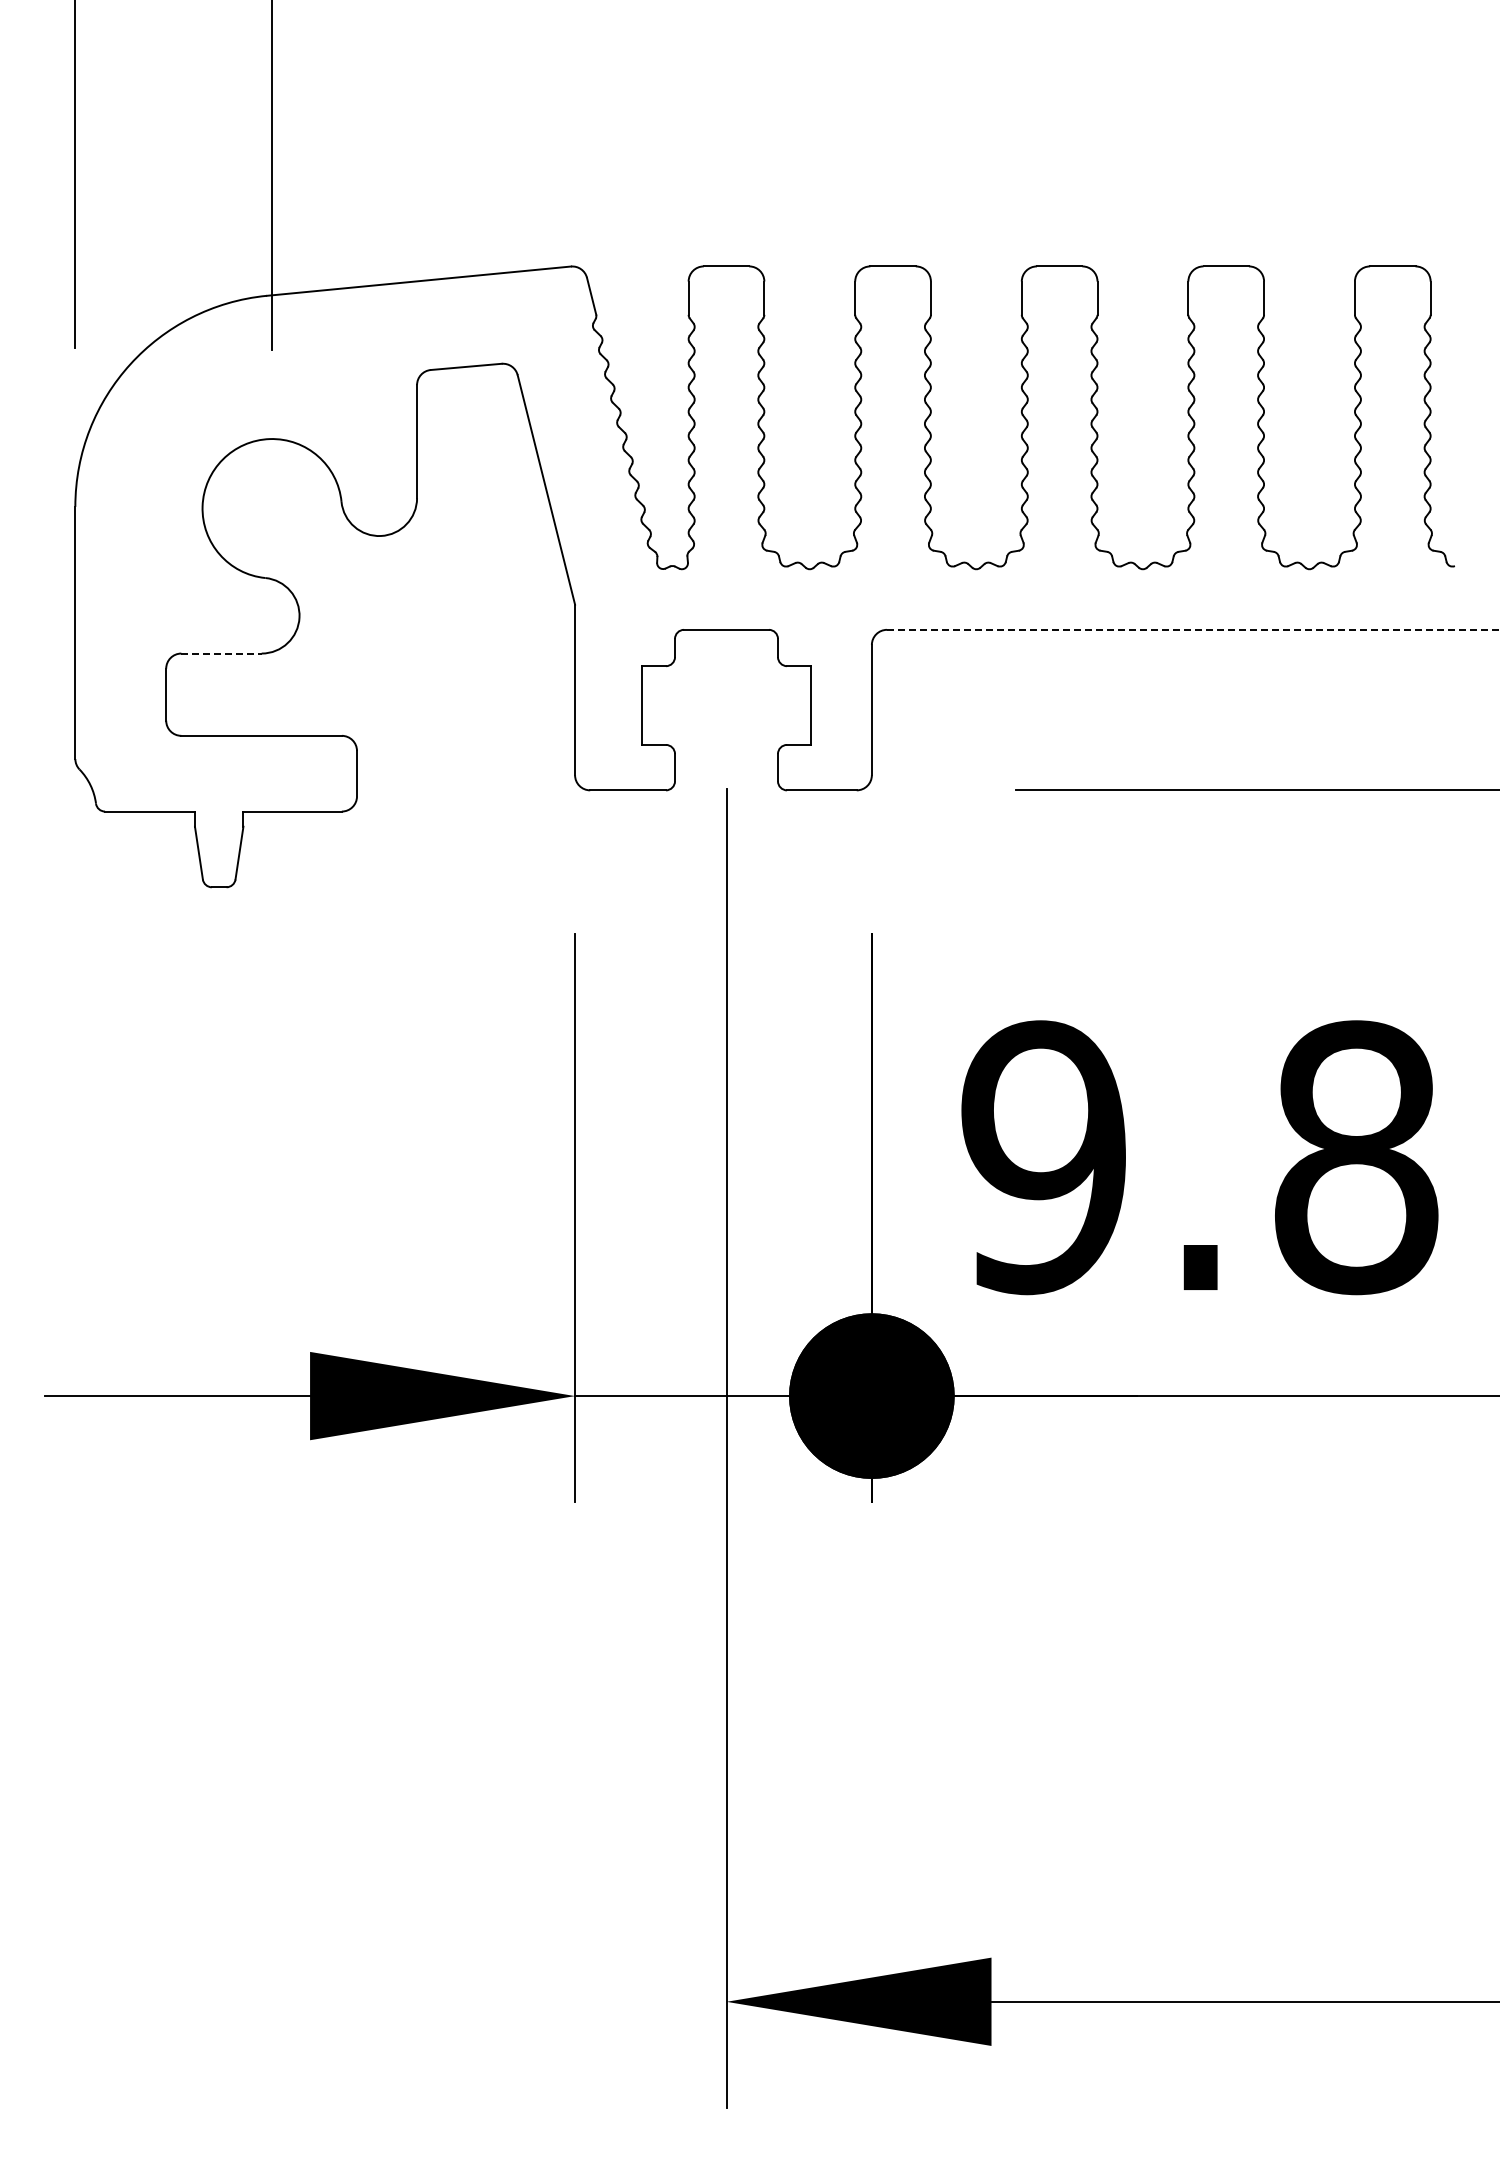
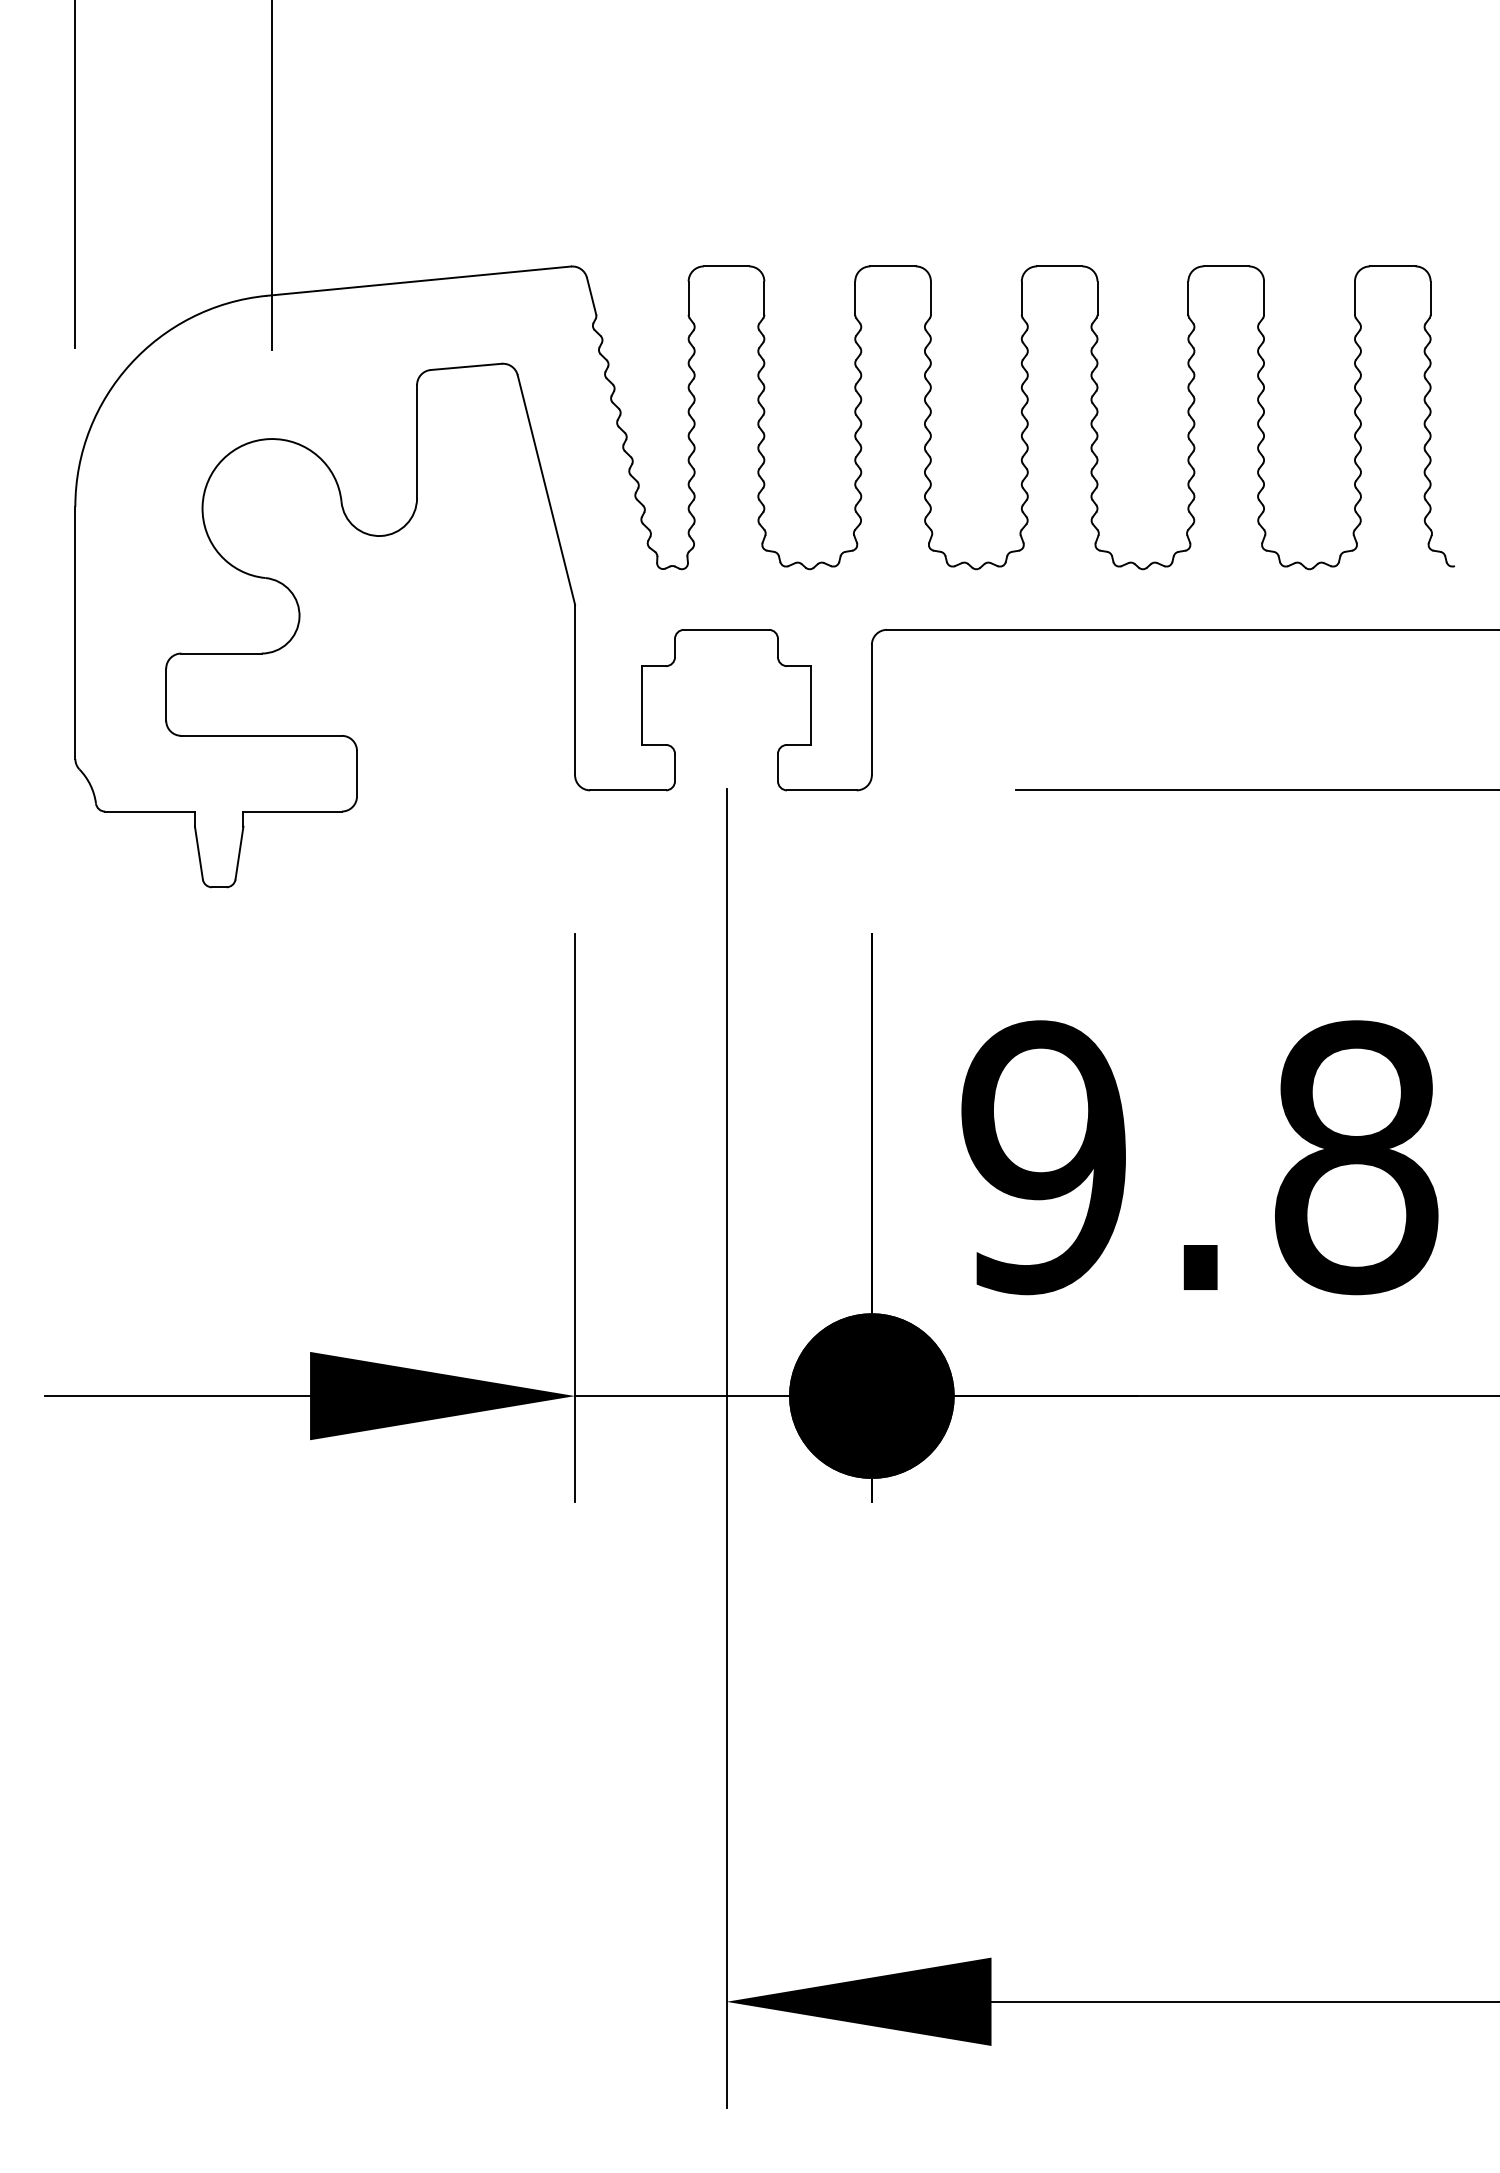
line at (1193, 629): dashed -> solid
line at (222, 653): dashed -> solid
